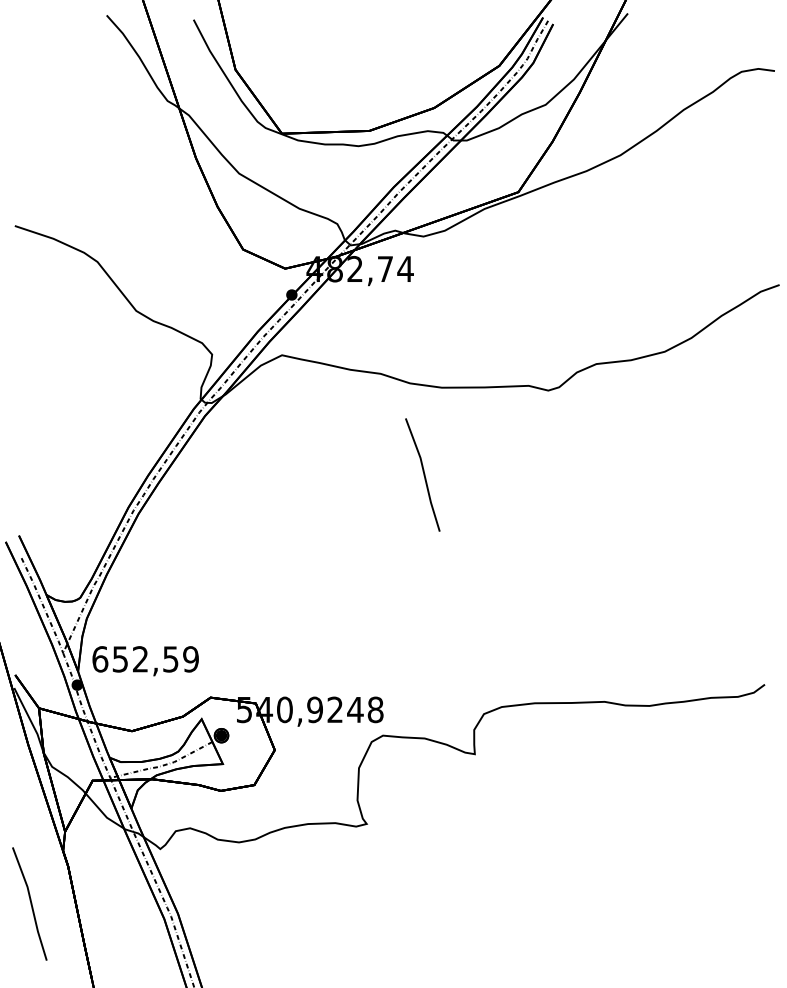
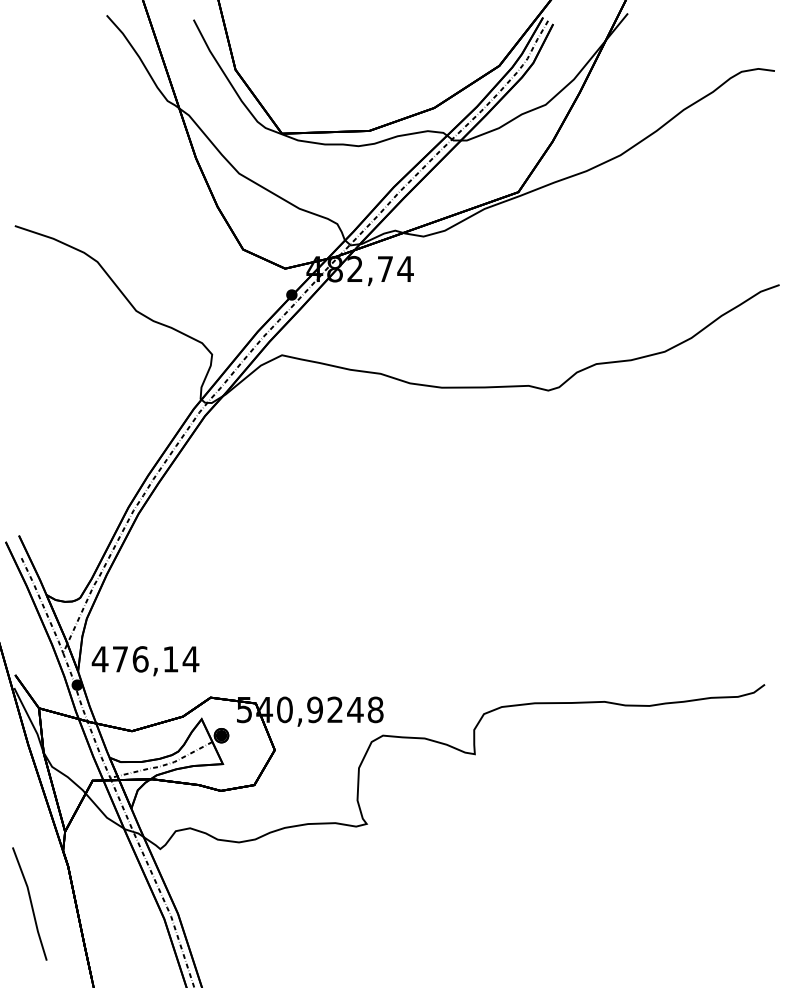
line at (423, 474): present -> none
text at (145, 659): 652,59 -> 476,14
